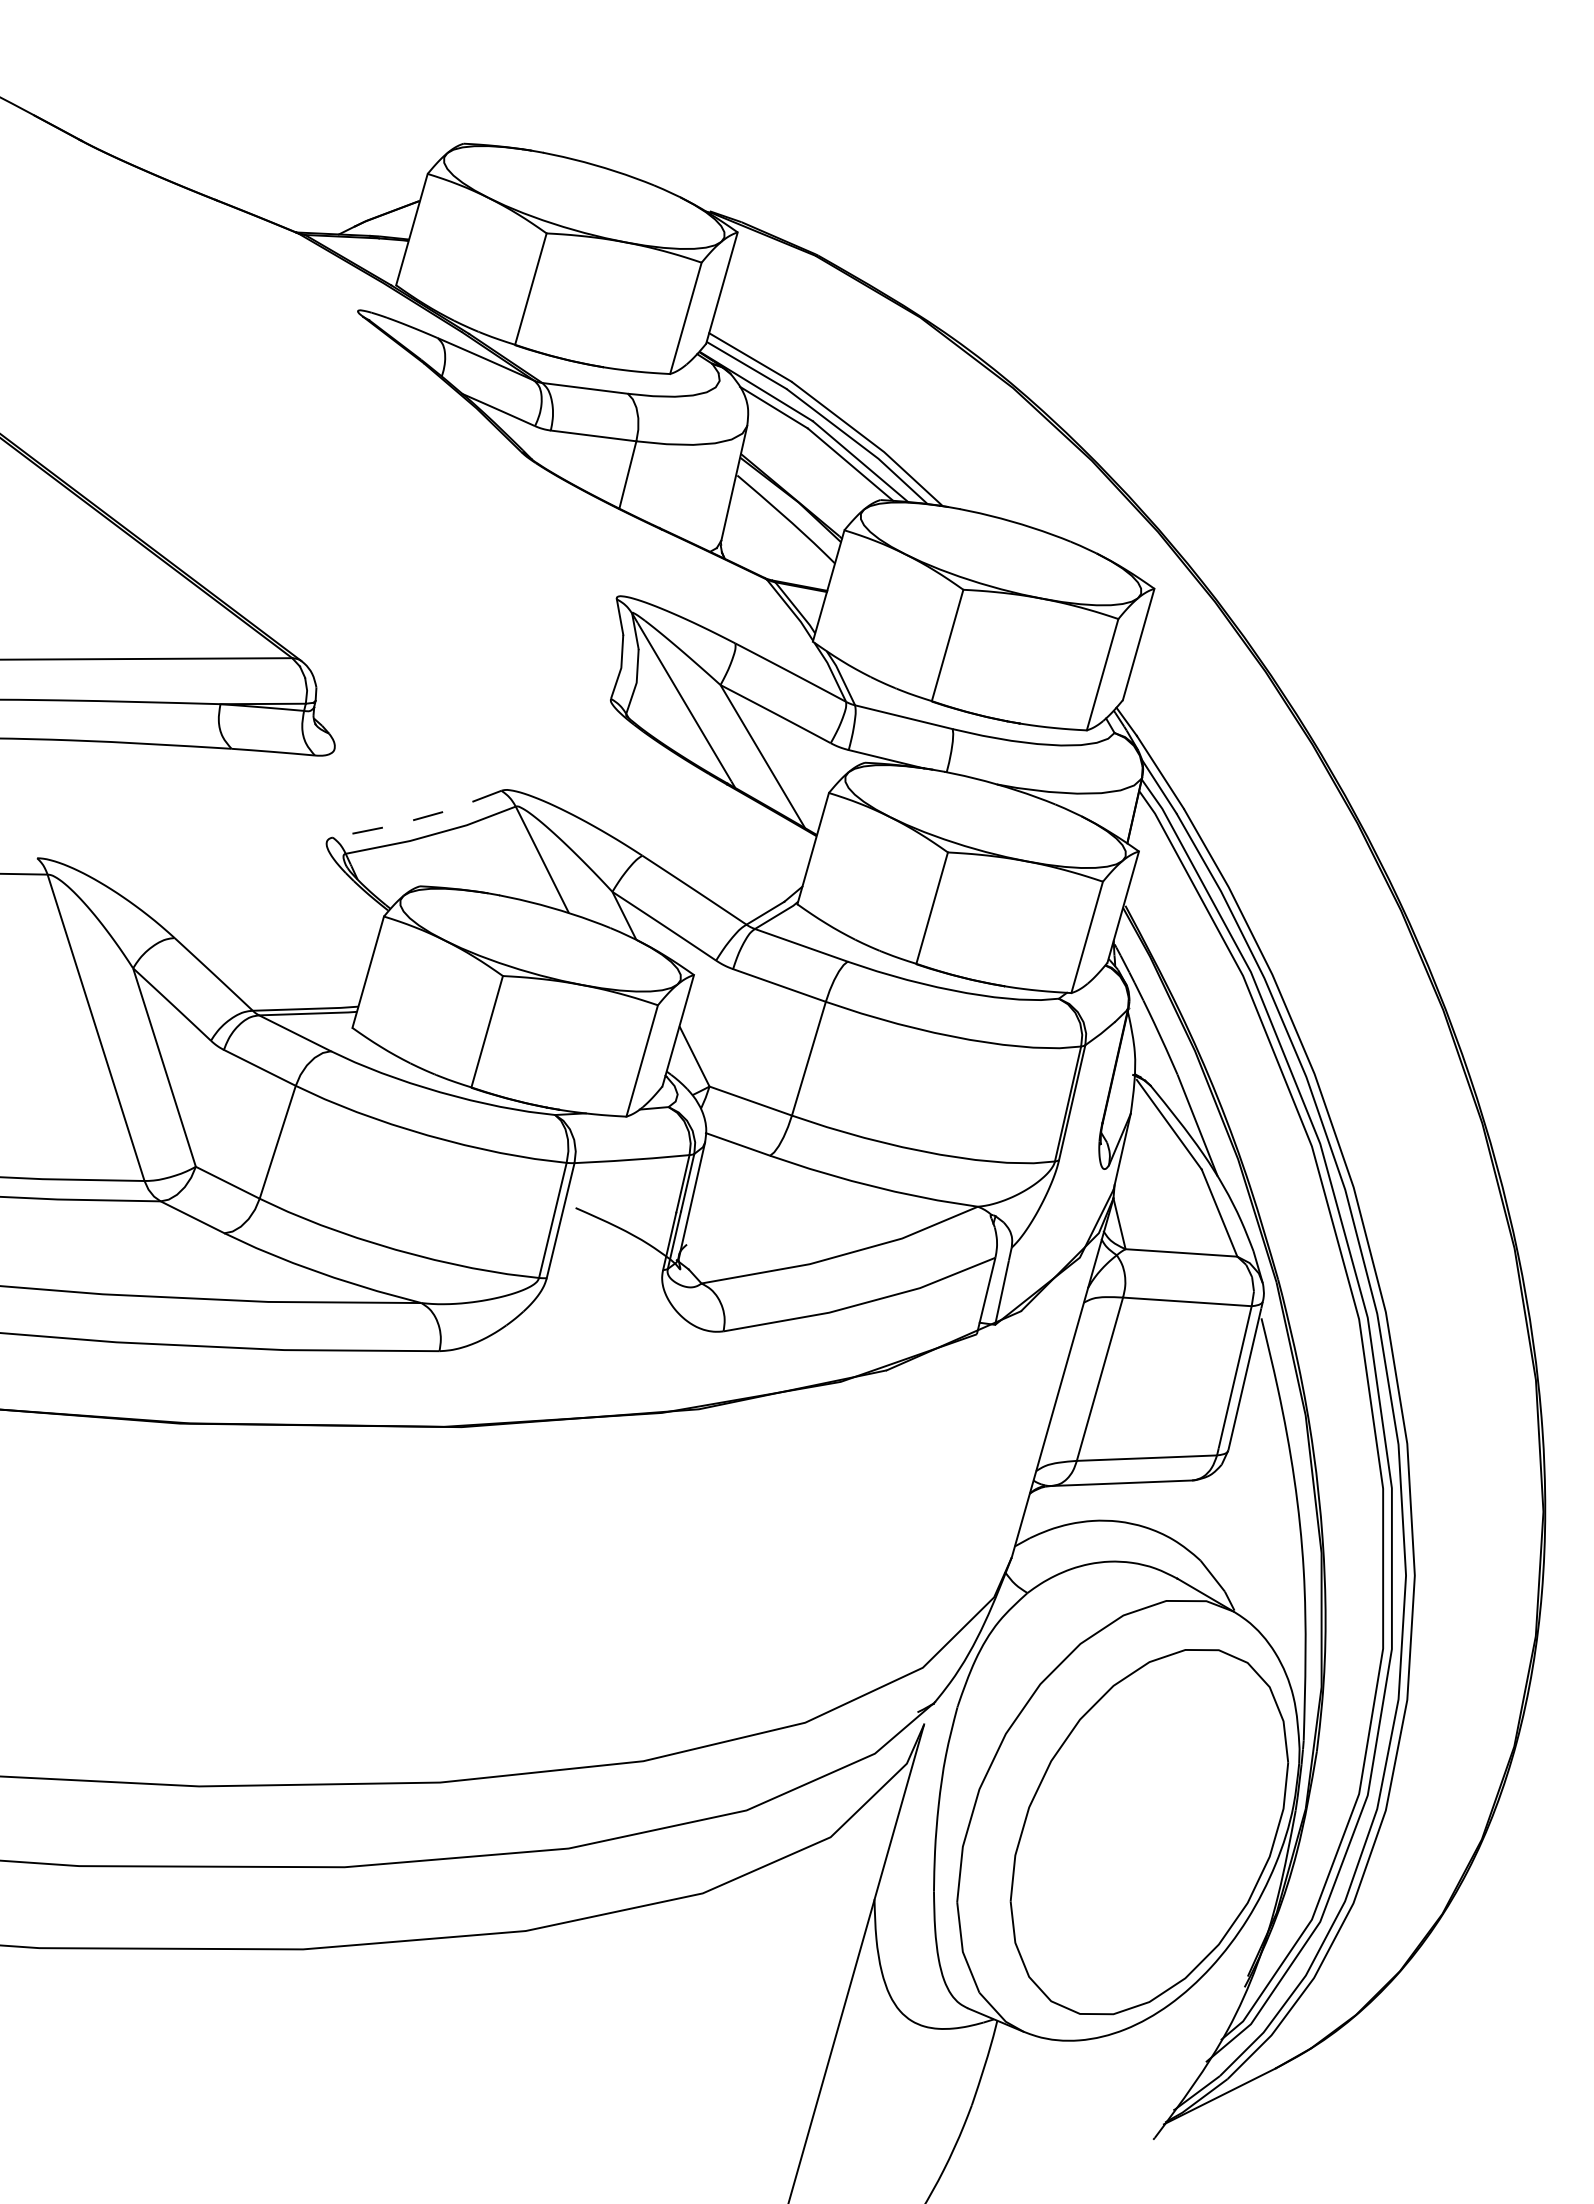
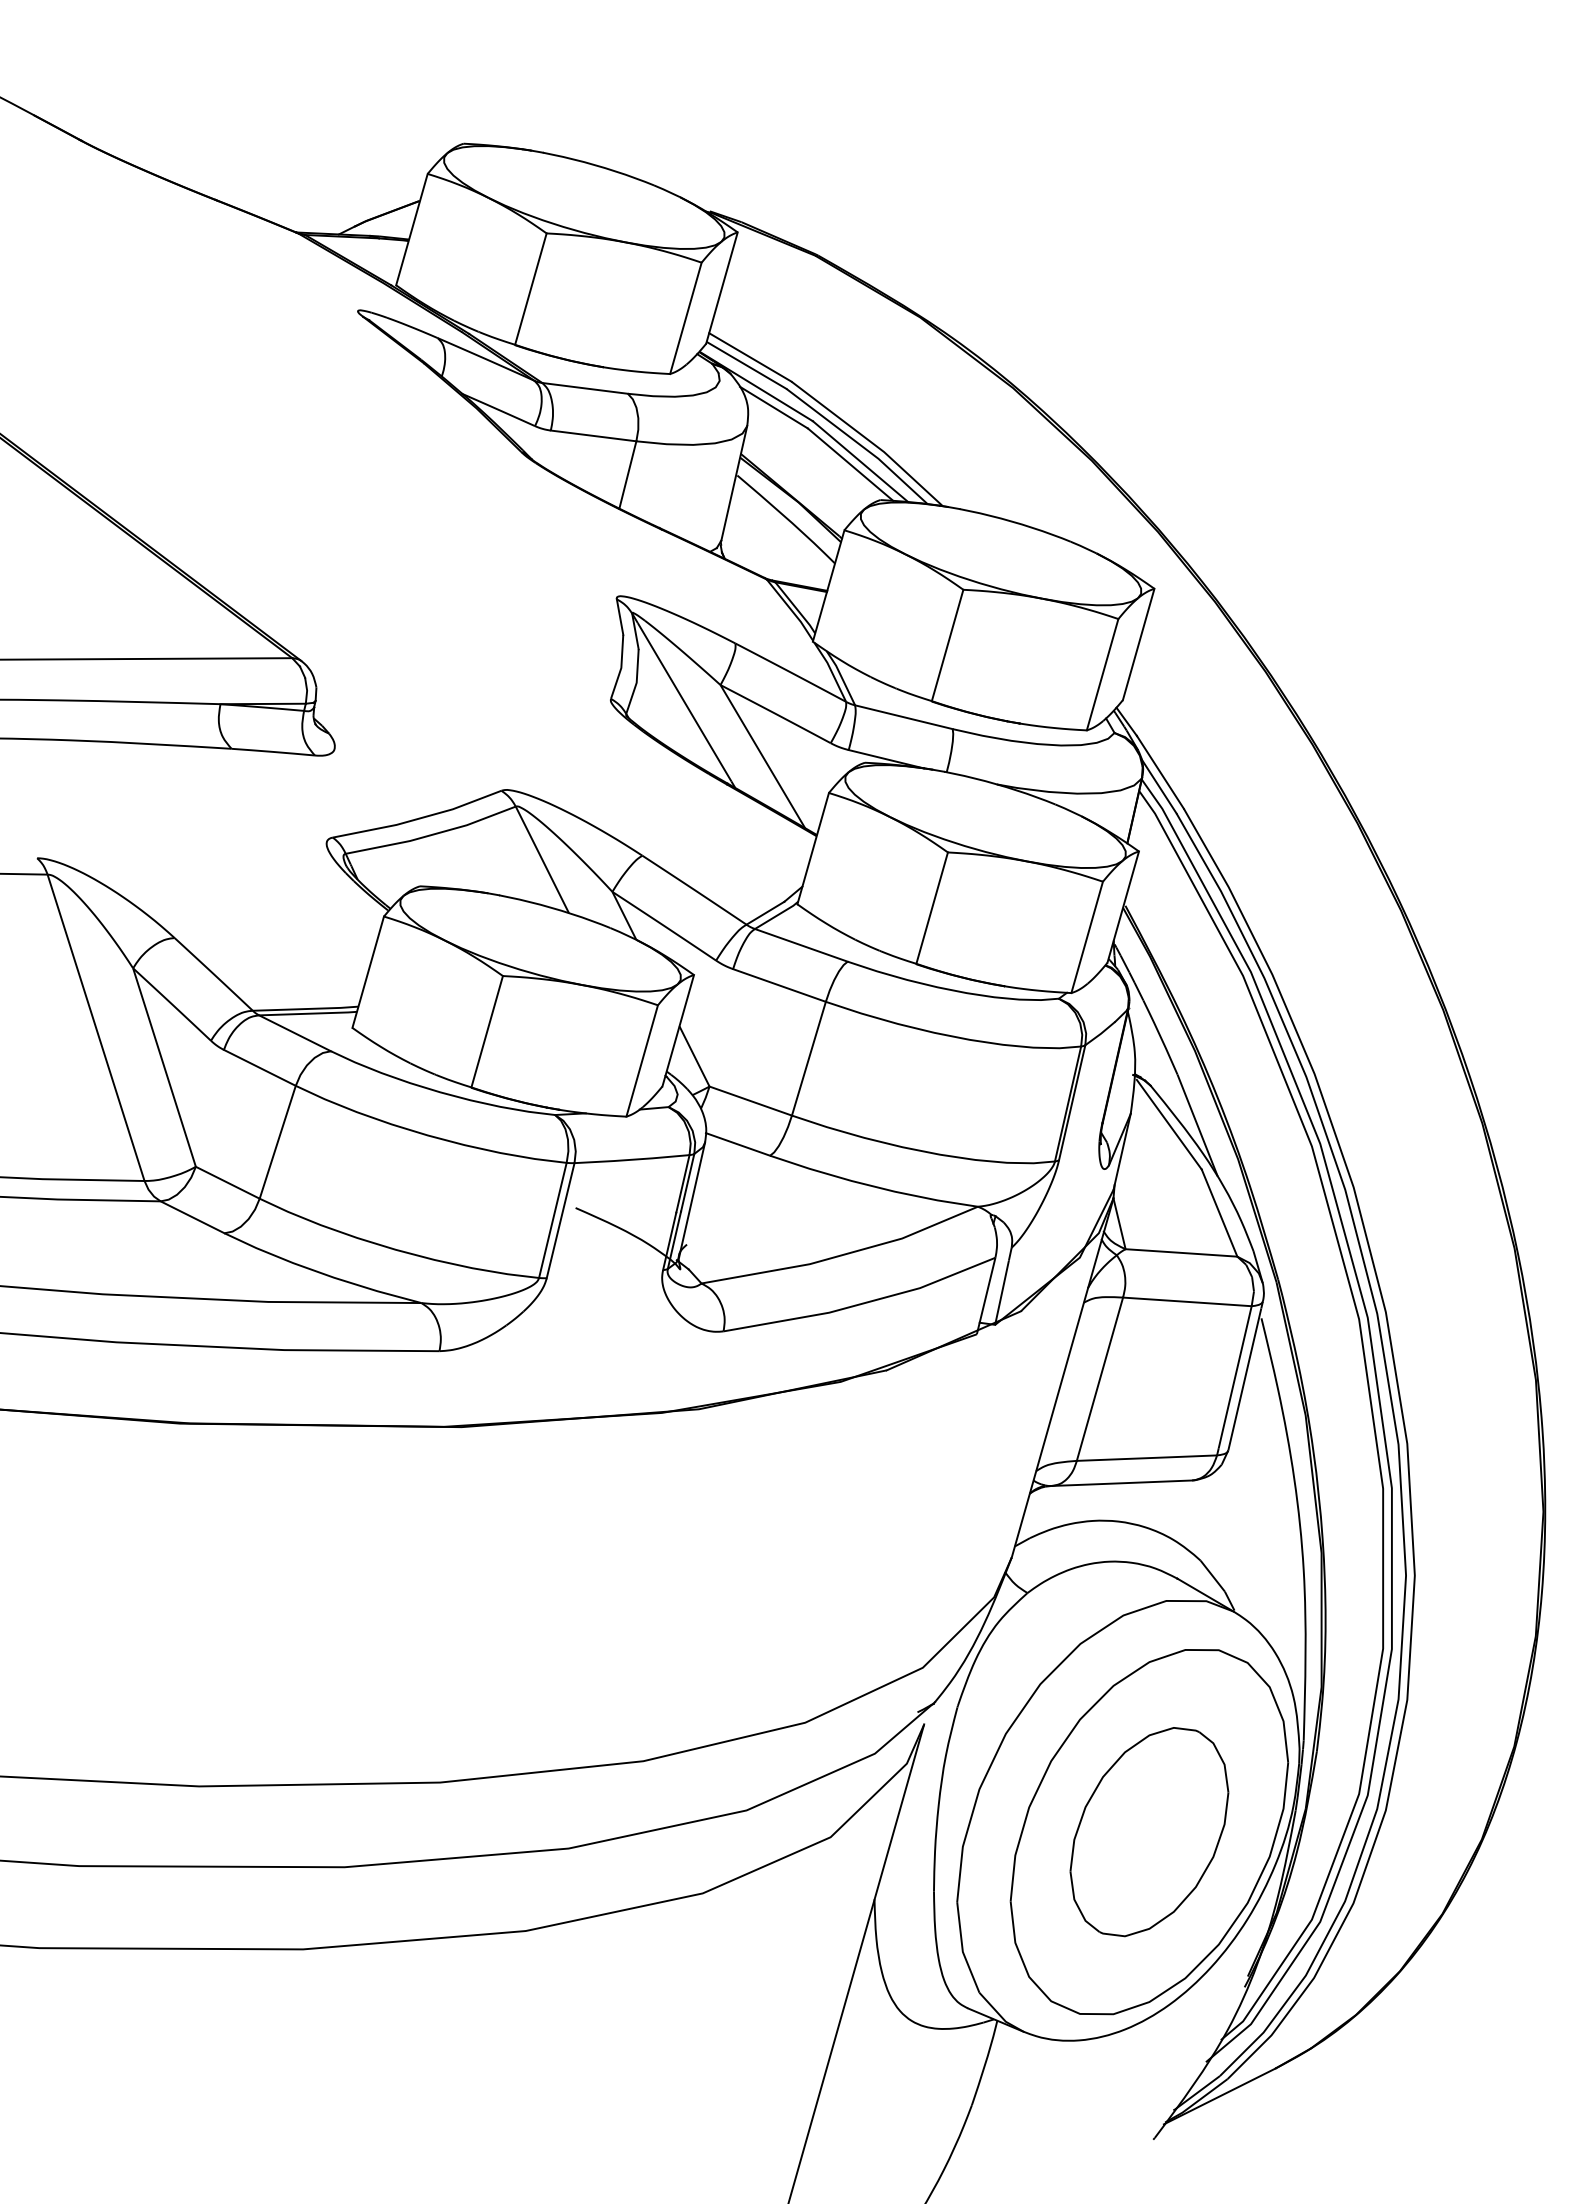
line at (417, 819): dashed -> solid
part at (1149, 1832): none -> present
